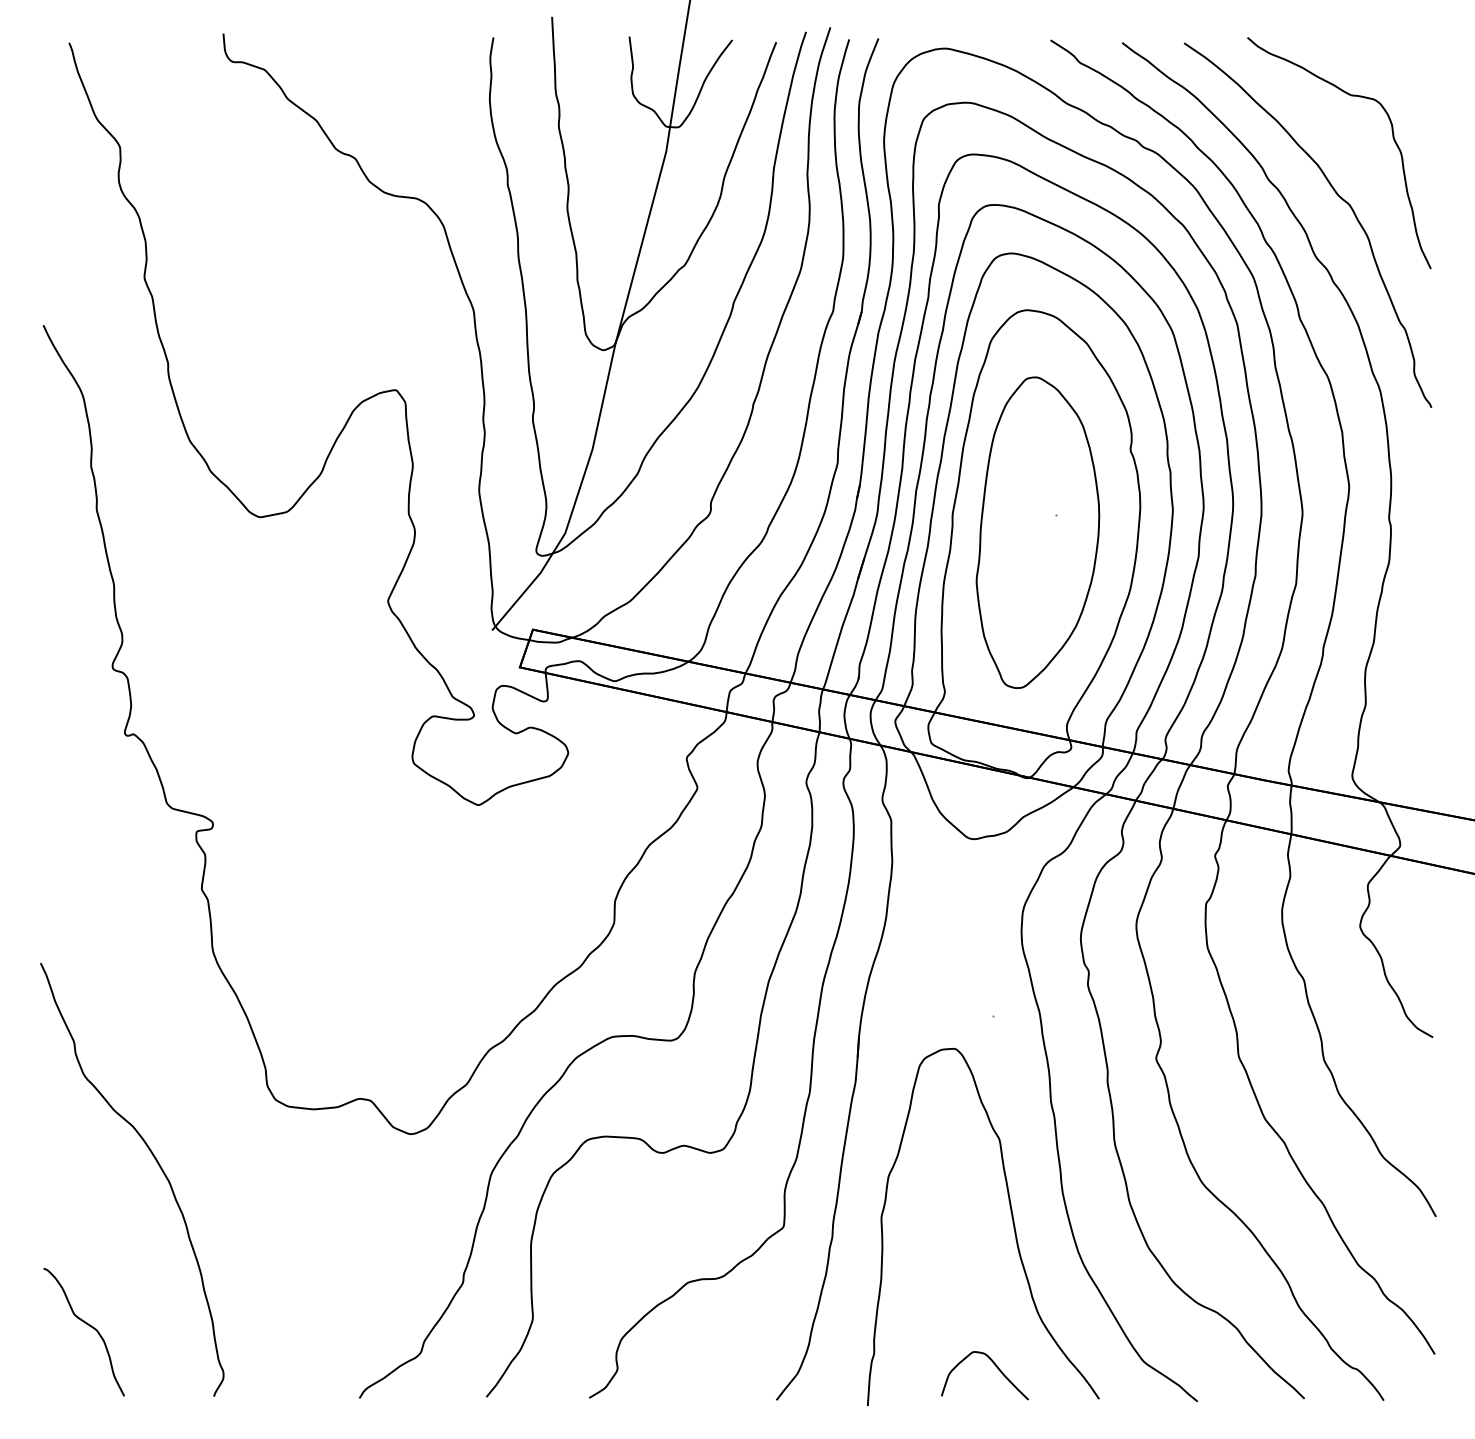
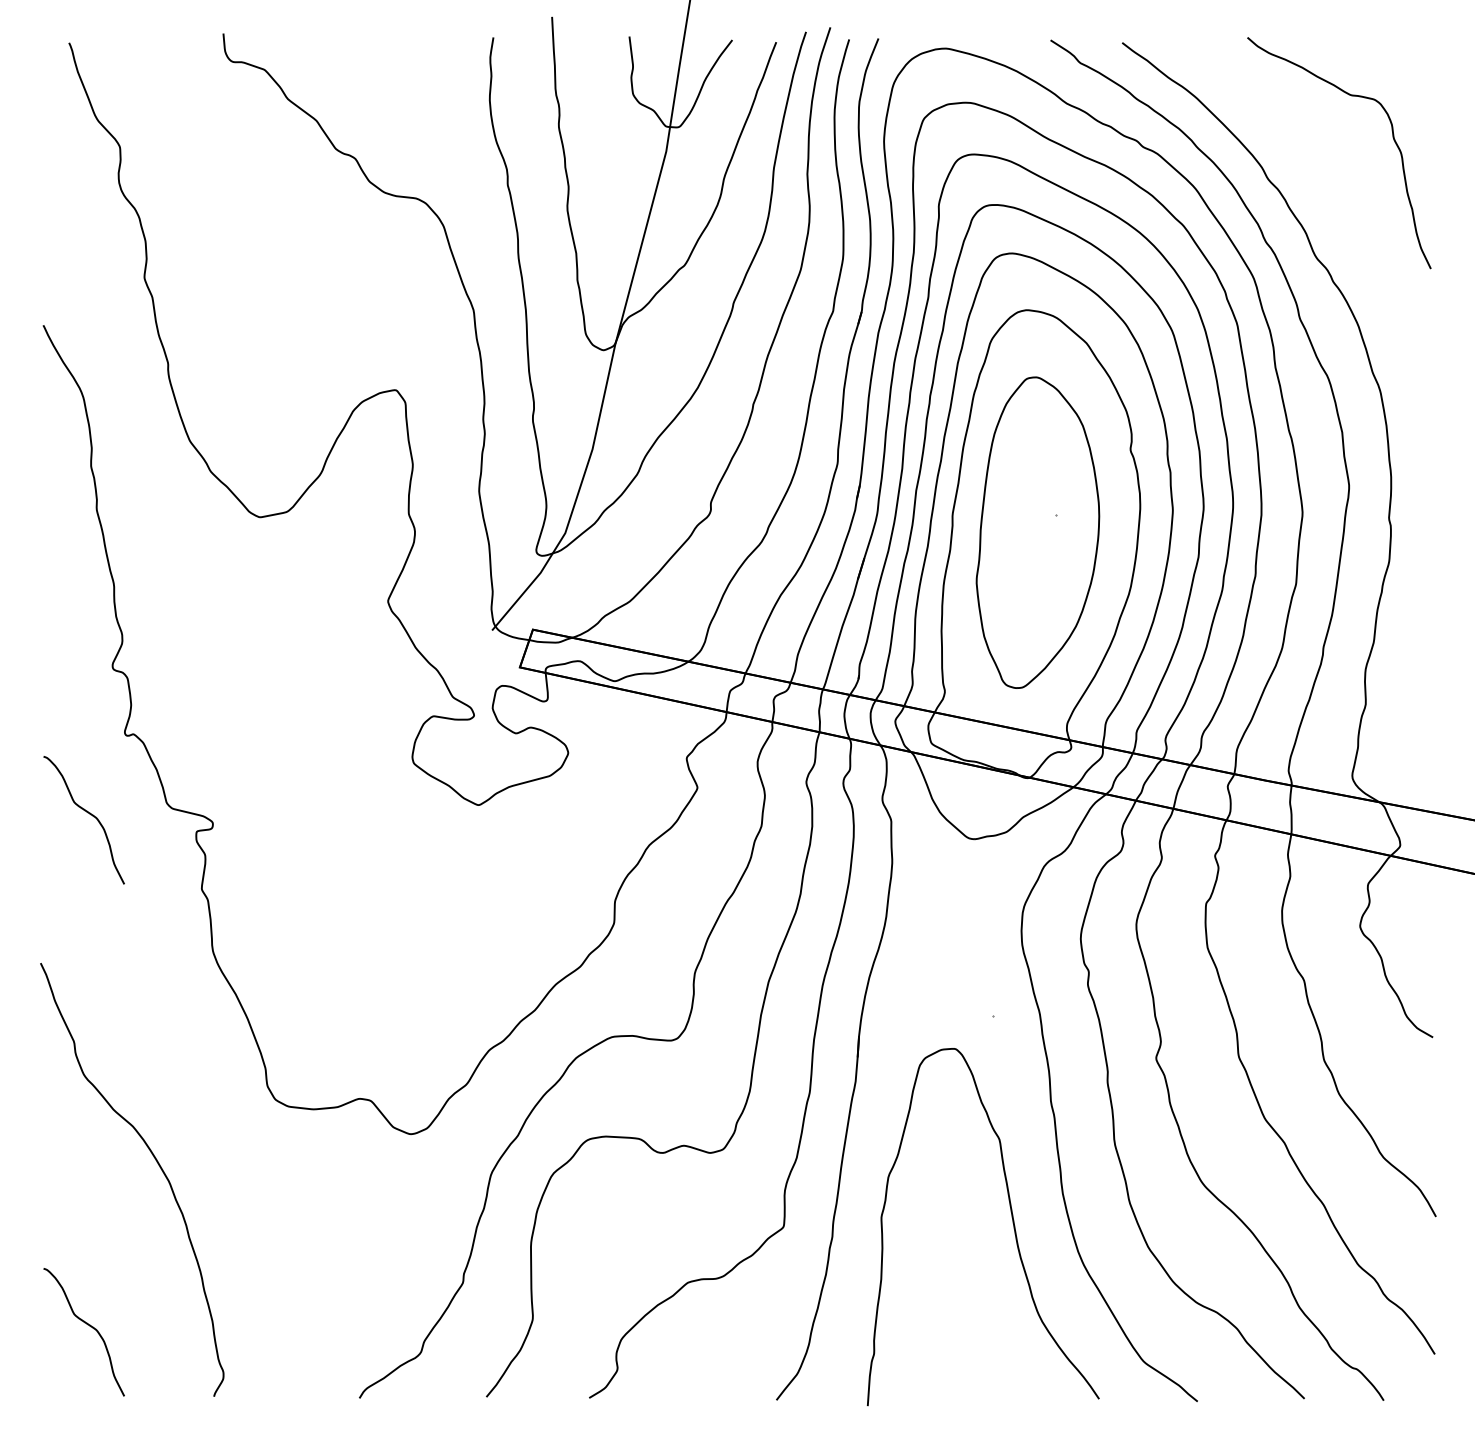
curve at (1336, 194): present -> none
curve at (87, 813): none -> present
curve at (994, 1365): present -> none
